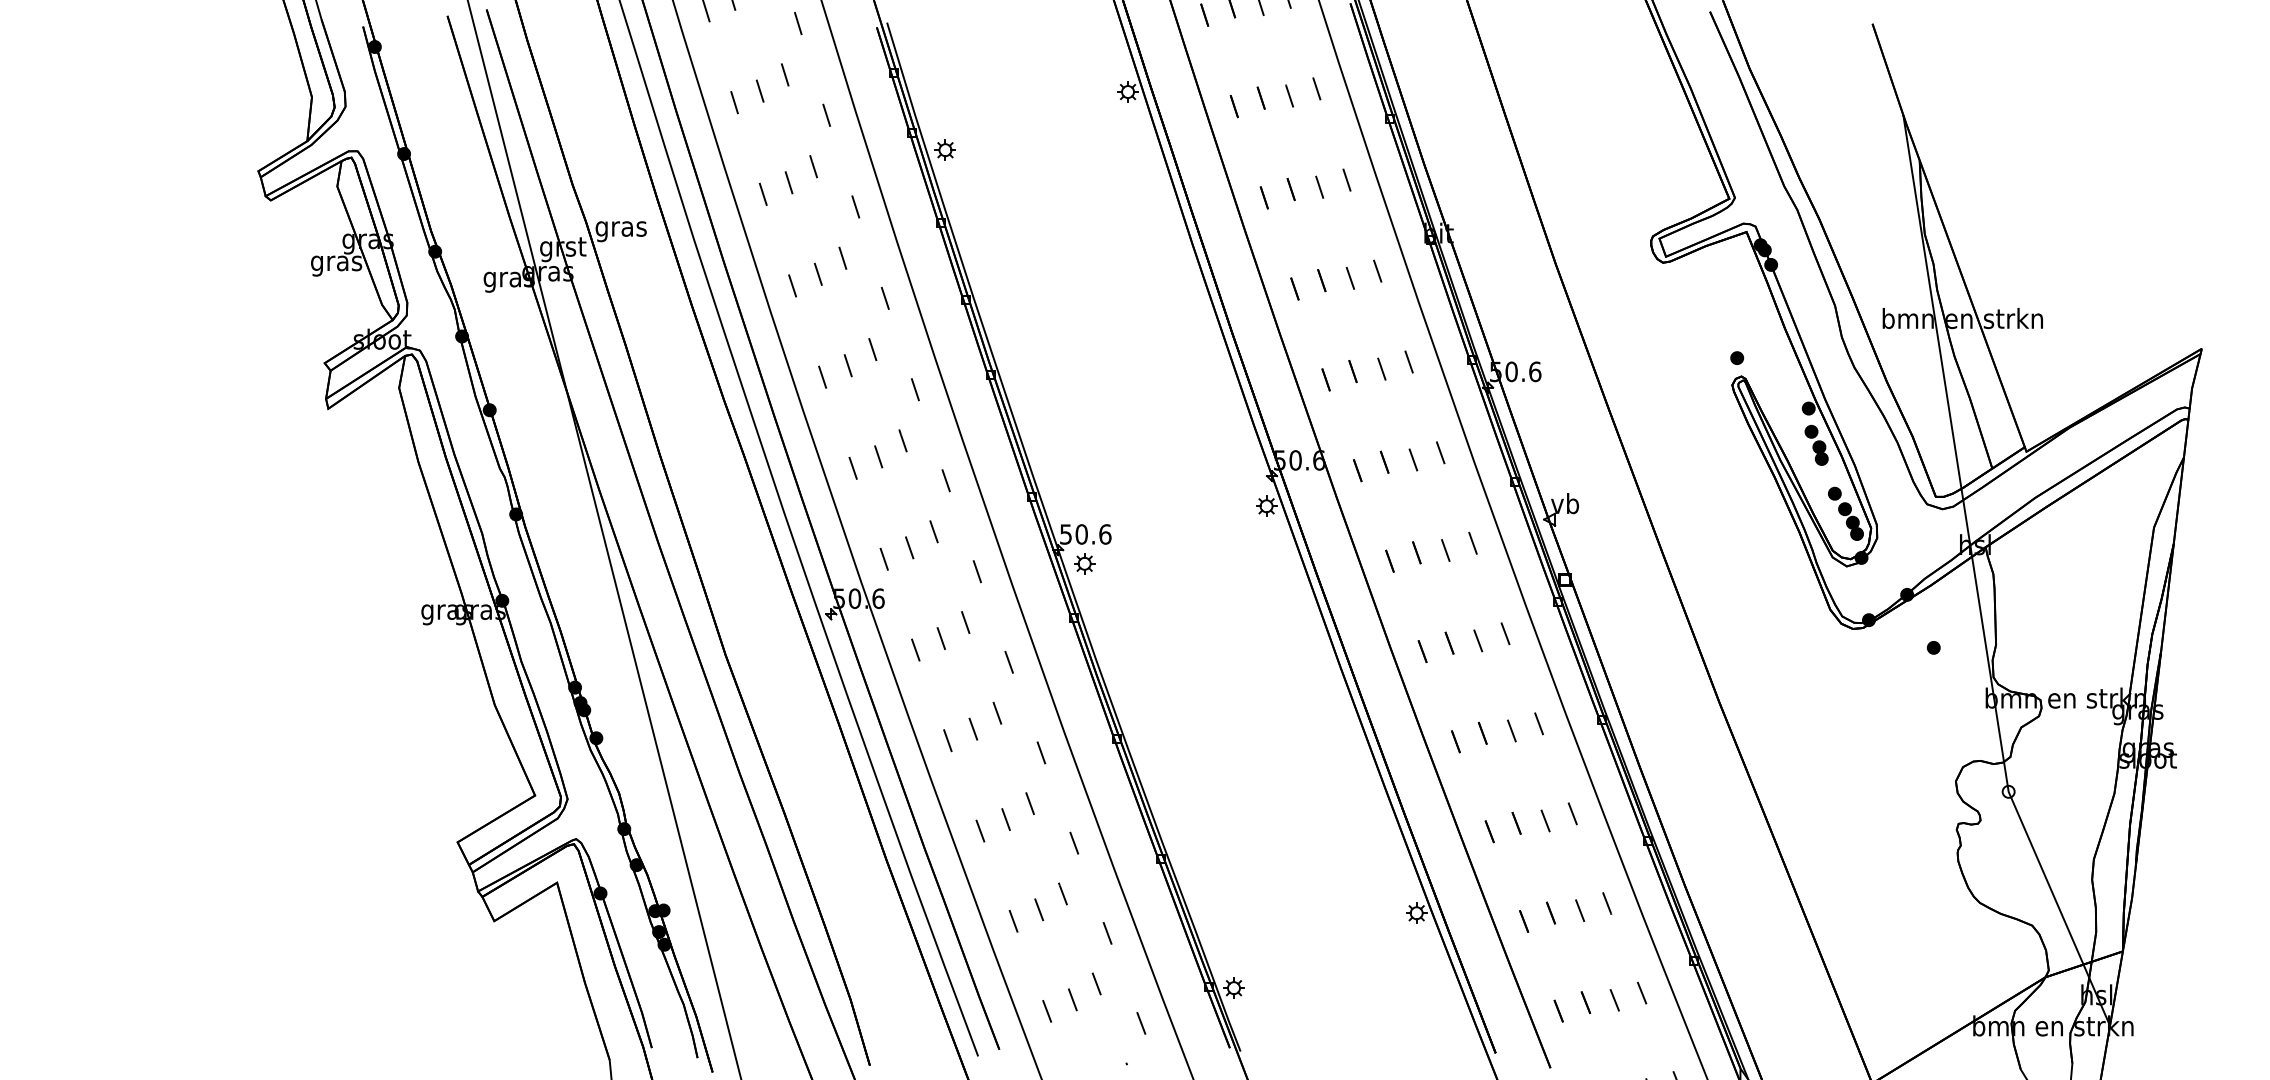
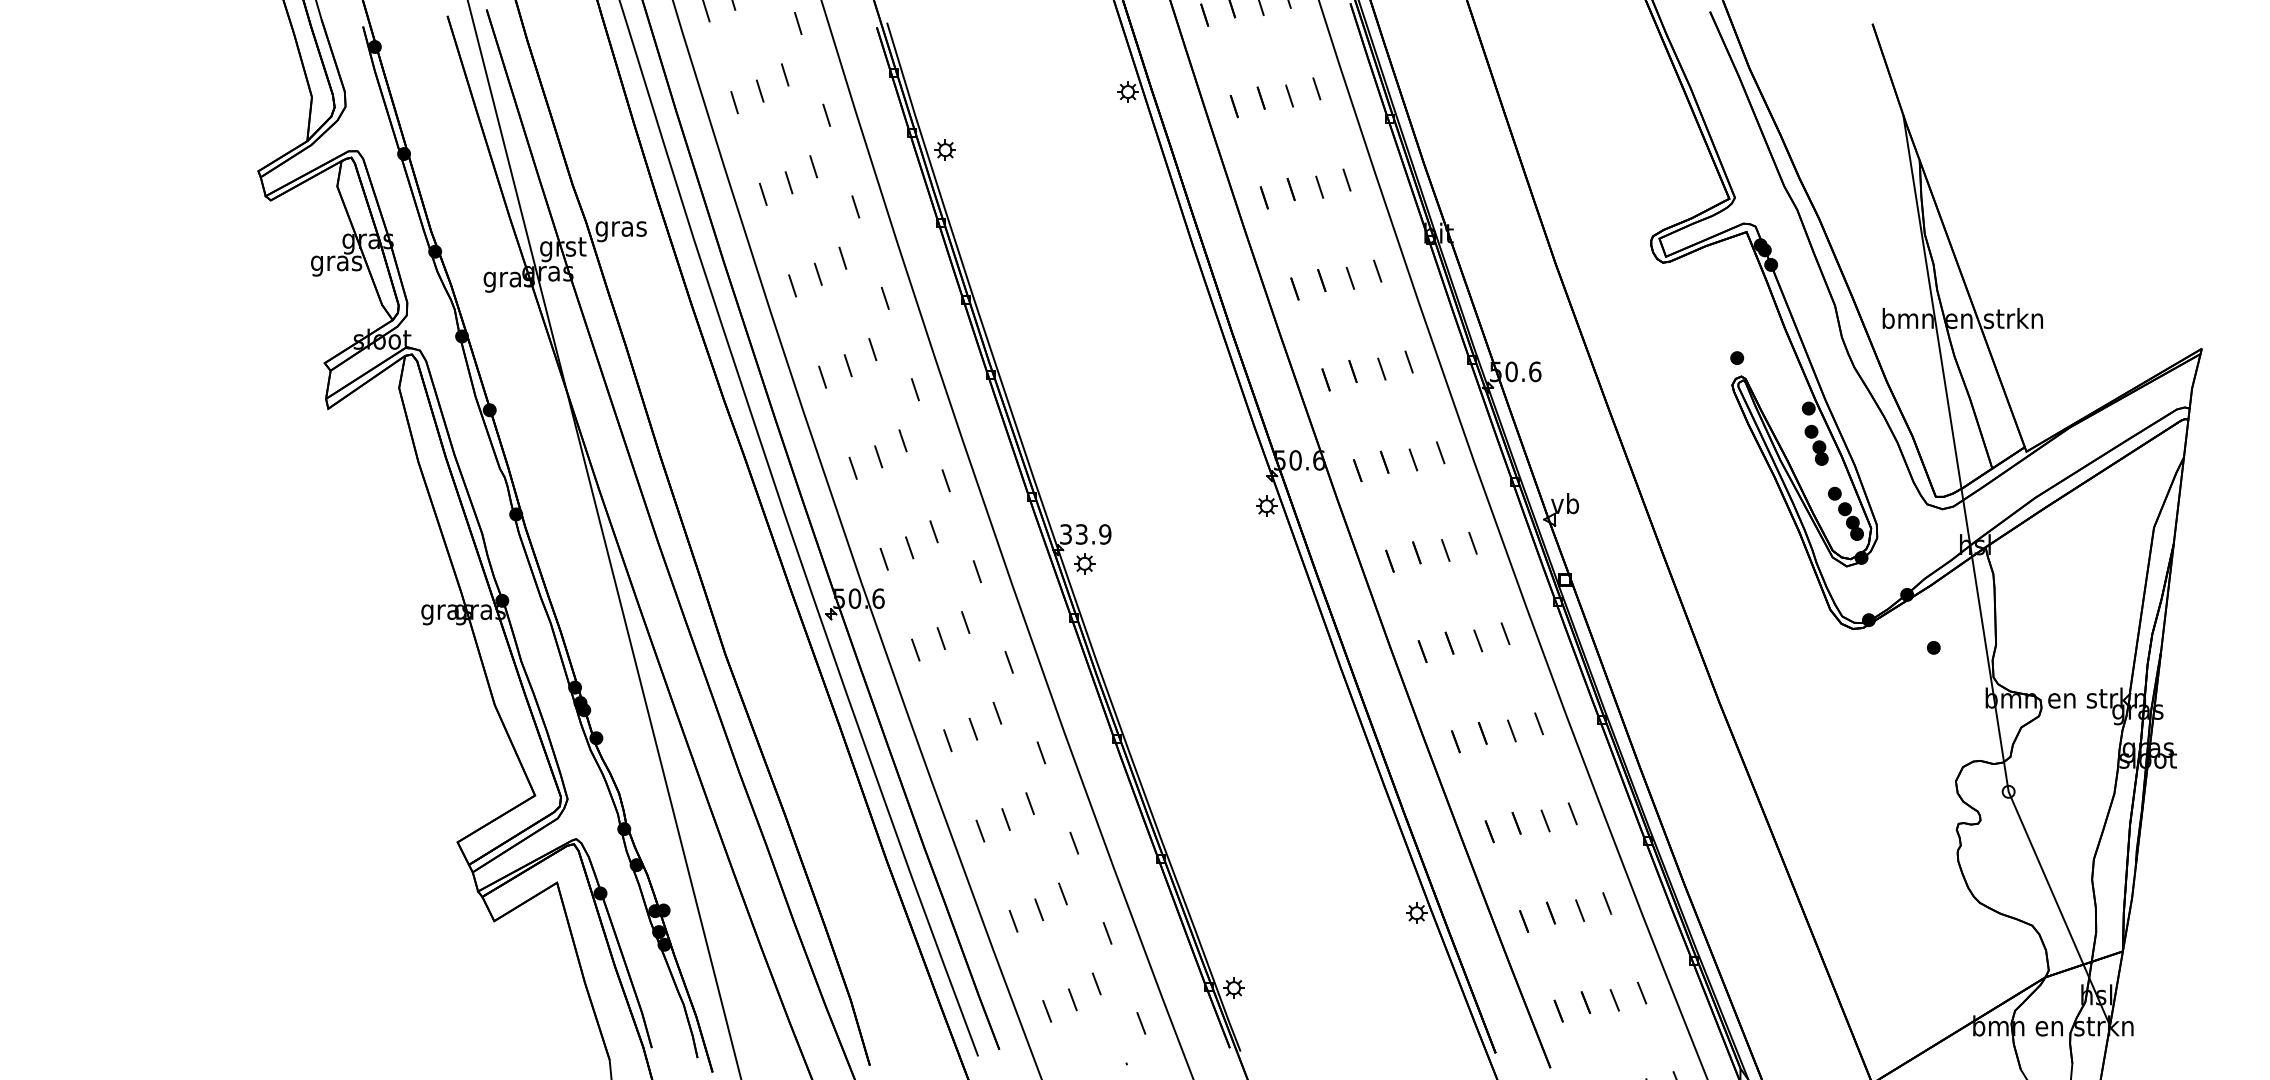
text at (1085, 534): 50.6 -> 33.9
